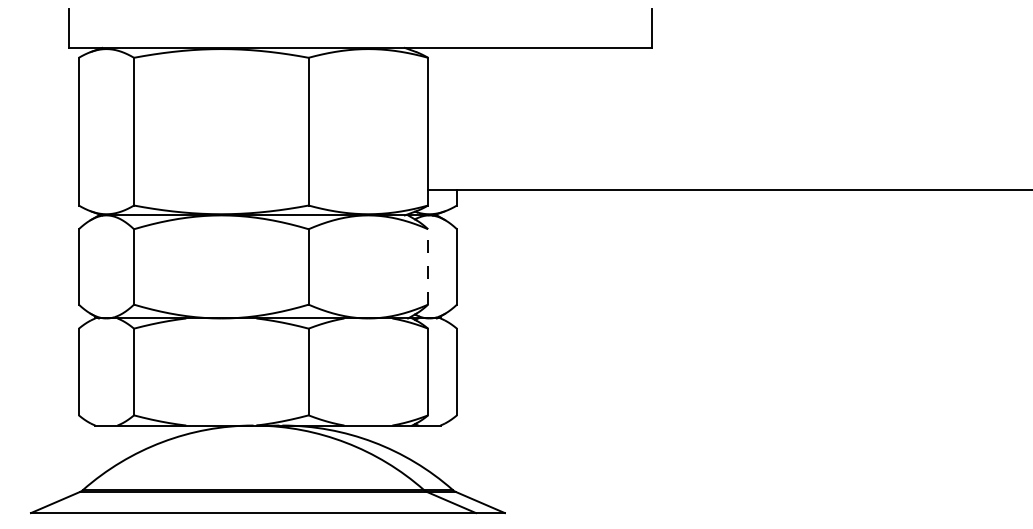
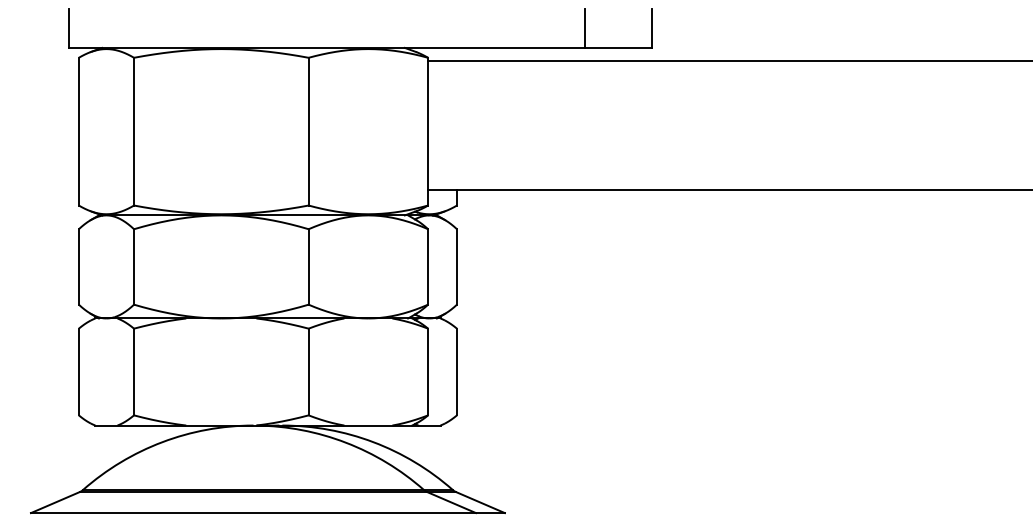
line at (585, 28): none -> present
line at (728, 60): none -> present
line at (428, 266): dashed -> solid
